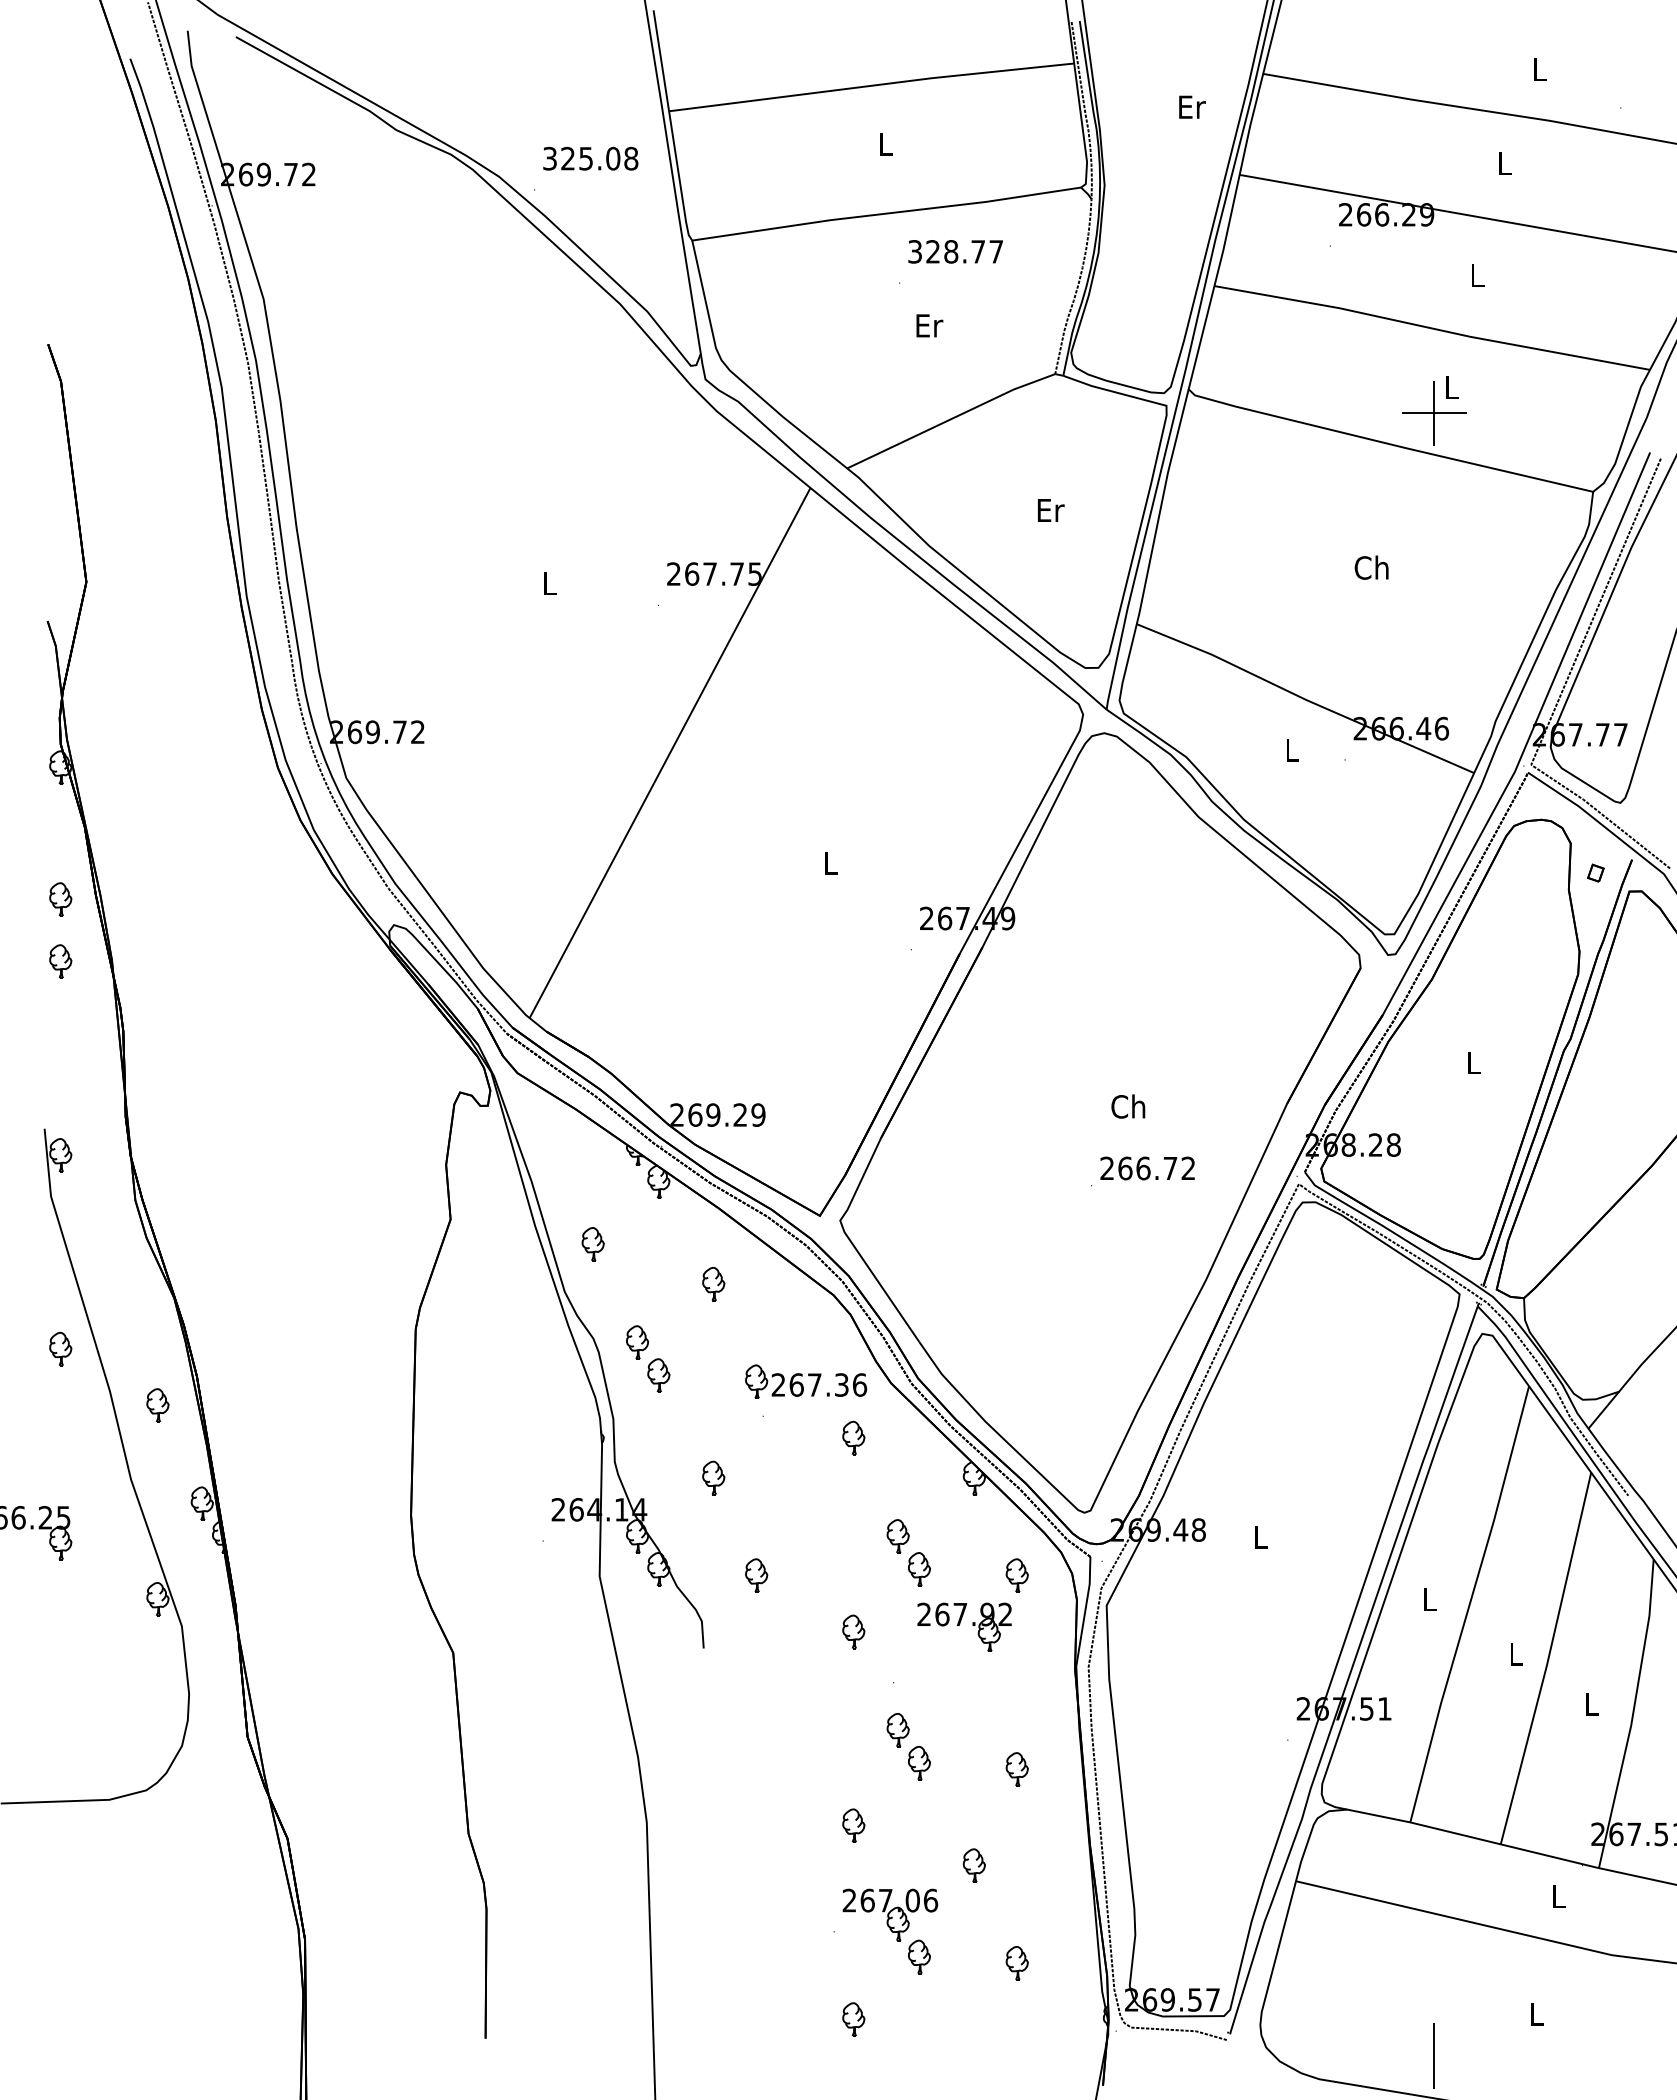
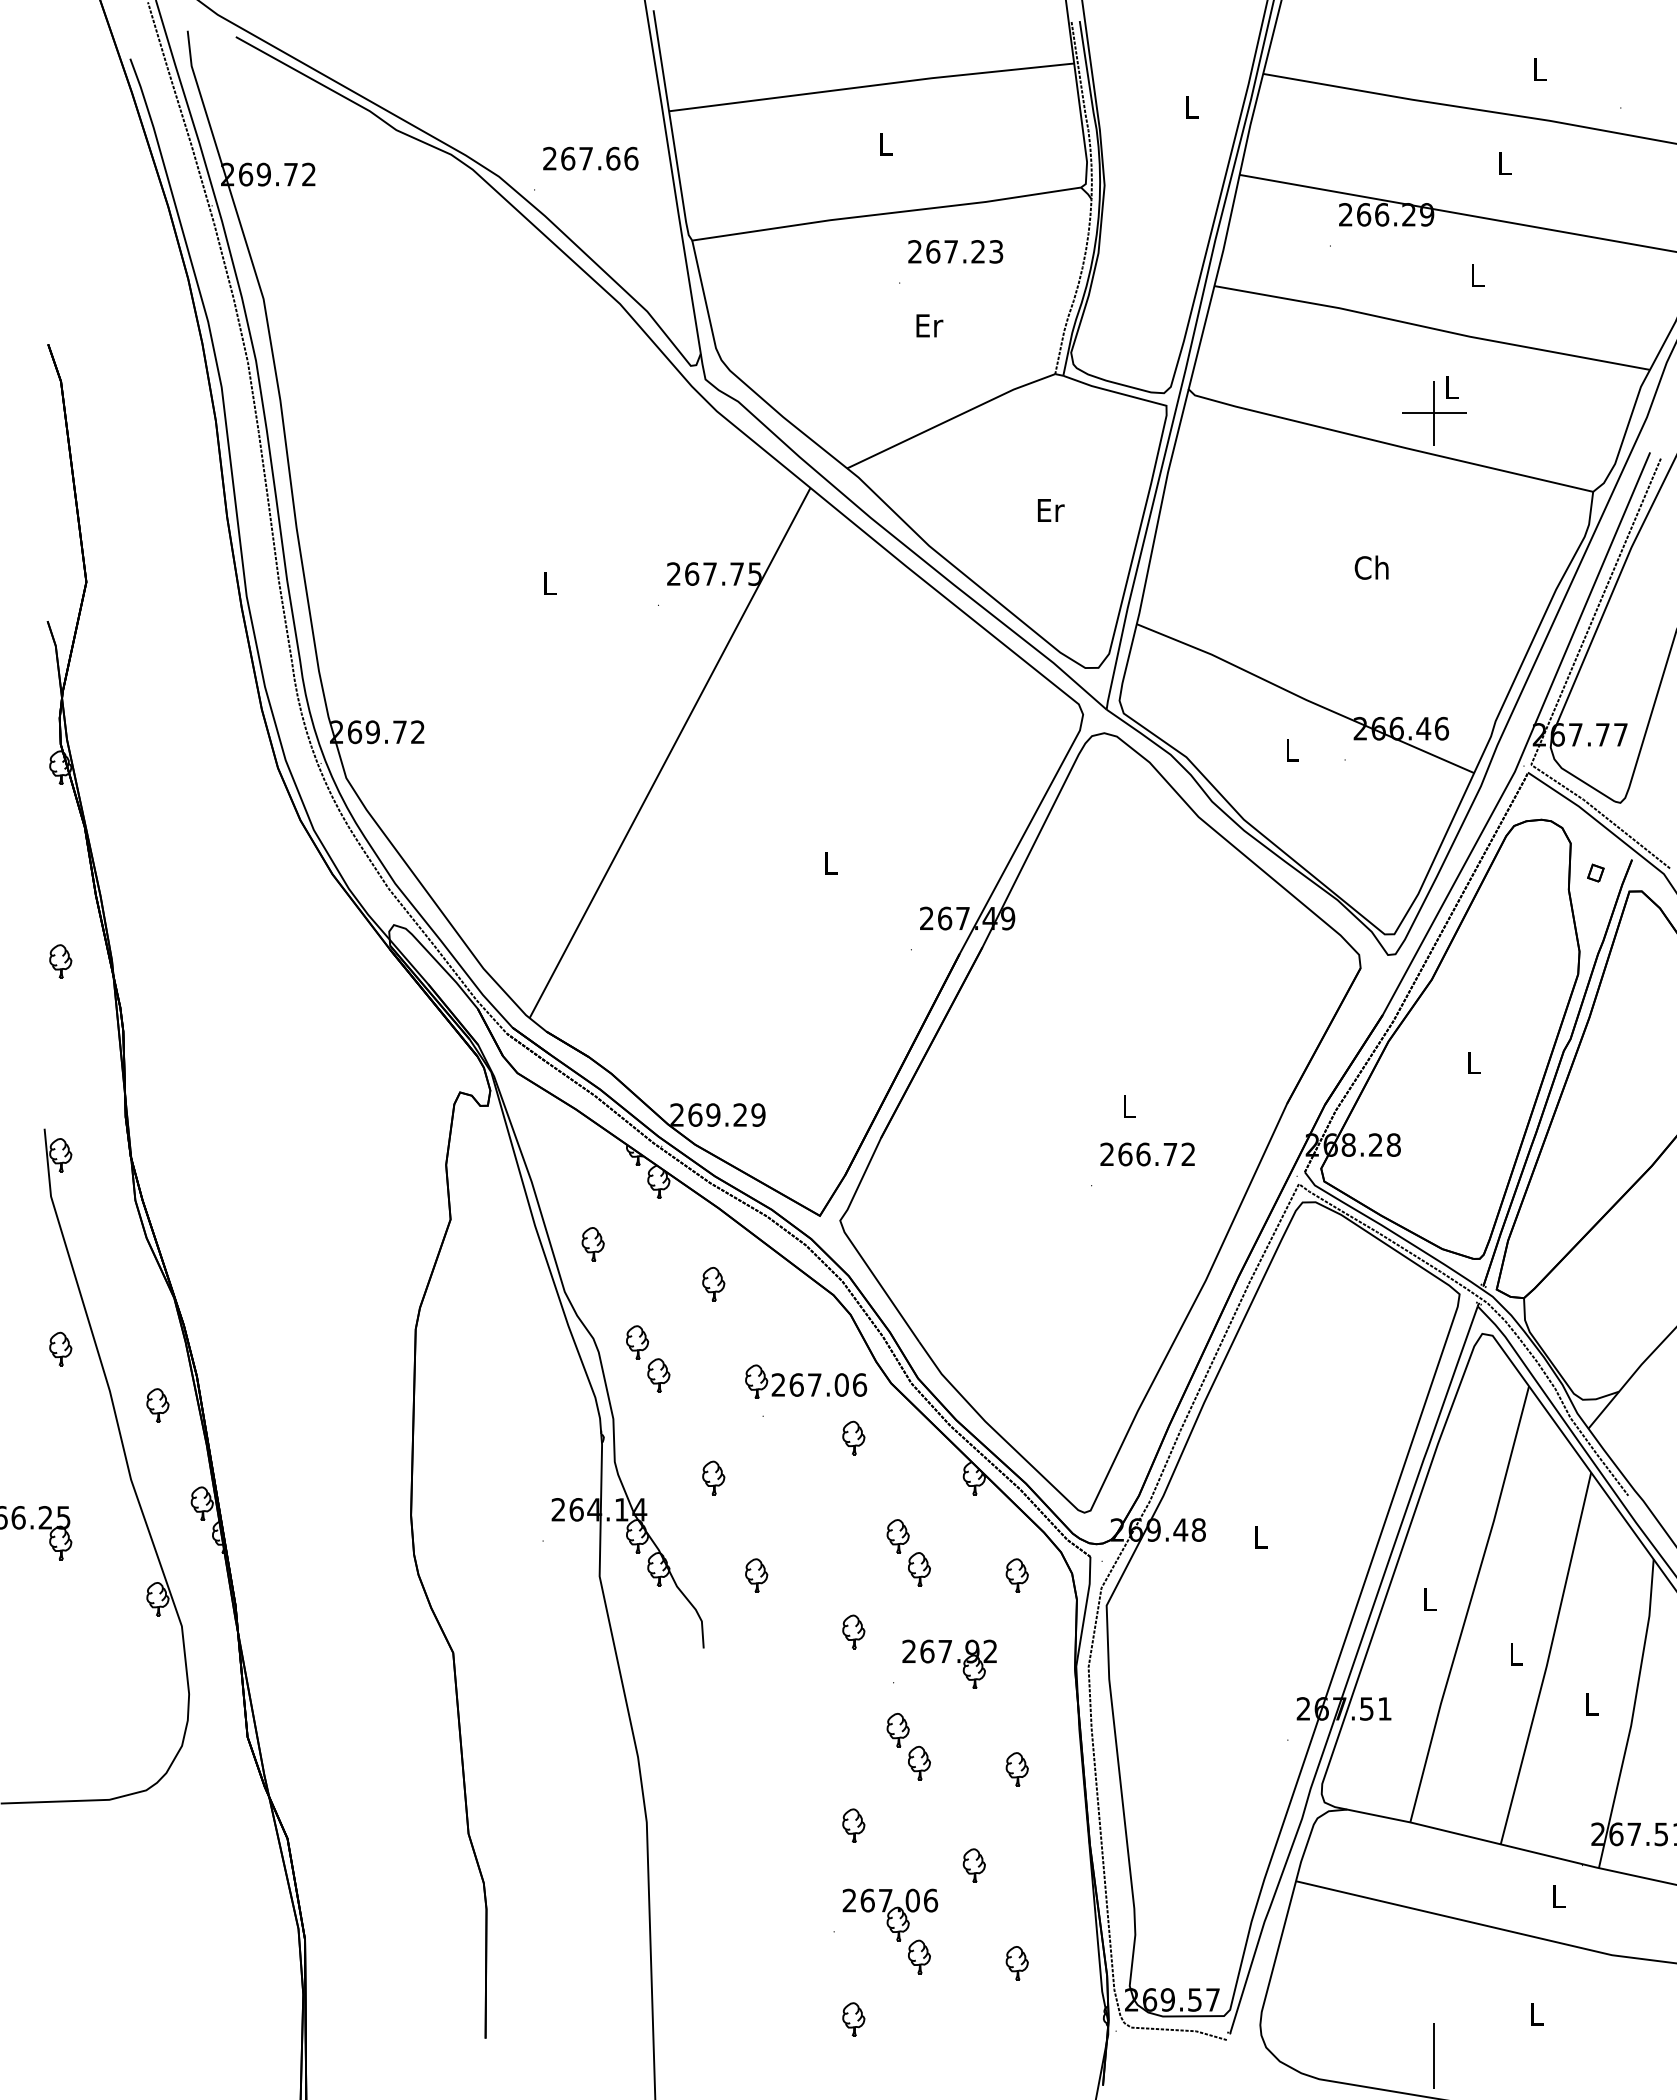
text at (1192, 106): Er -> L
text at (590, 158): 325.08 -> 267.66
text at (955, 251): 328.77 -> 267.23
part at (60, 899): present -> none
text at (1128, 1106): Ch -> L
text at (1147, 1168) position: (1147, 1168) -> (1147, 1154)
text at (841, 1384): 267.36 -> 267.06
part at (964, 1626) position: (964, 1626) -> (949, 1663)
